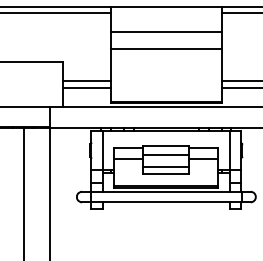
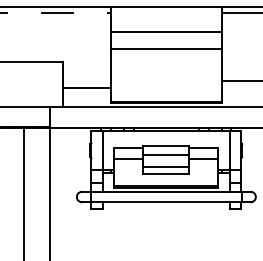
line at (56, 13): solid -> dashed
line at (86, 81): present -> none
line at (240, 87): present -> none
